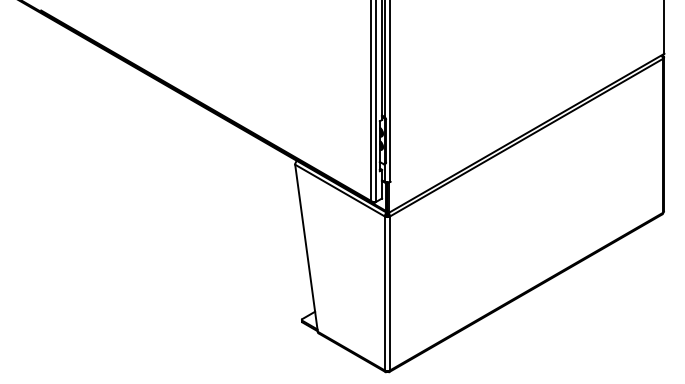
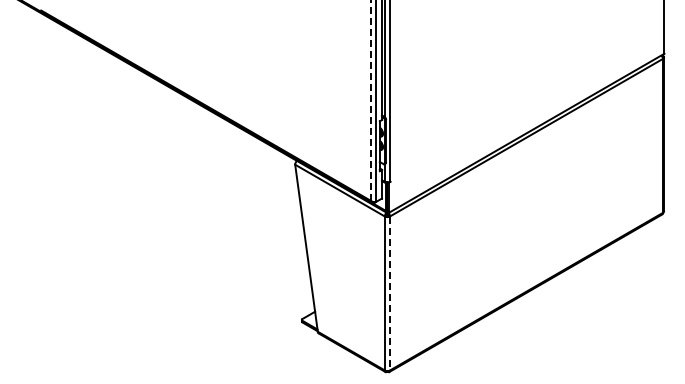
line at (371, 100): solid -> dashed
line at (389, 293): solid -> dashed
